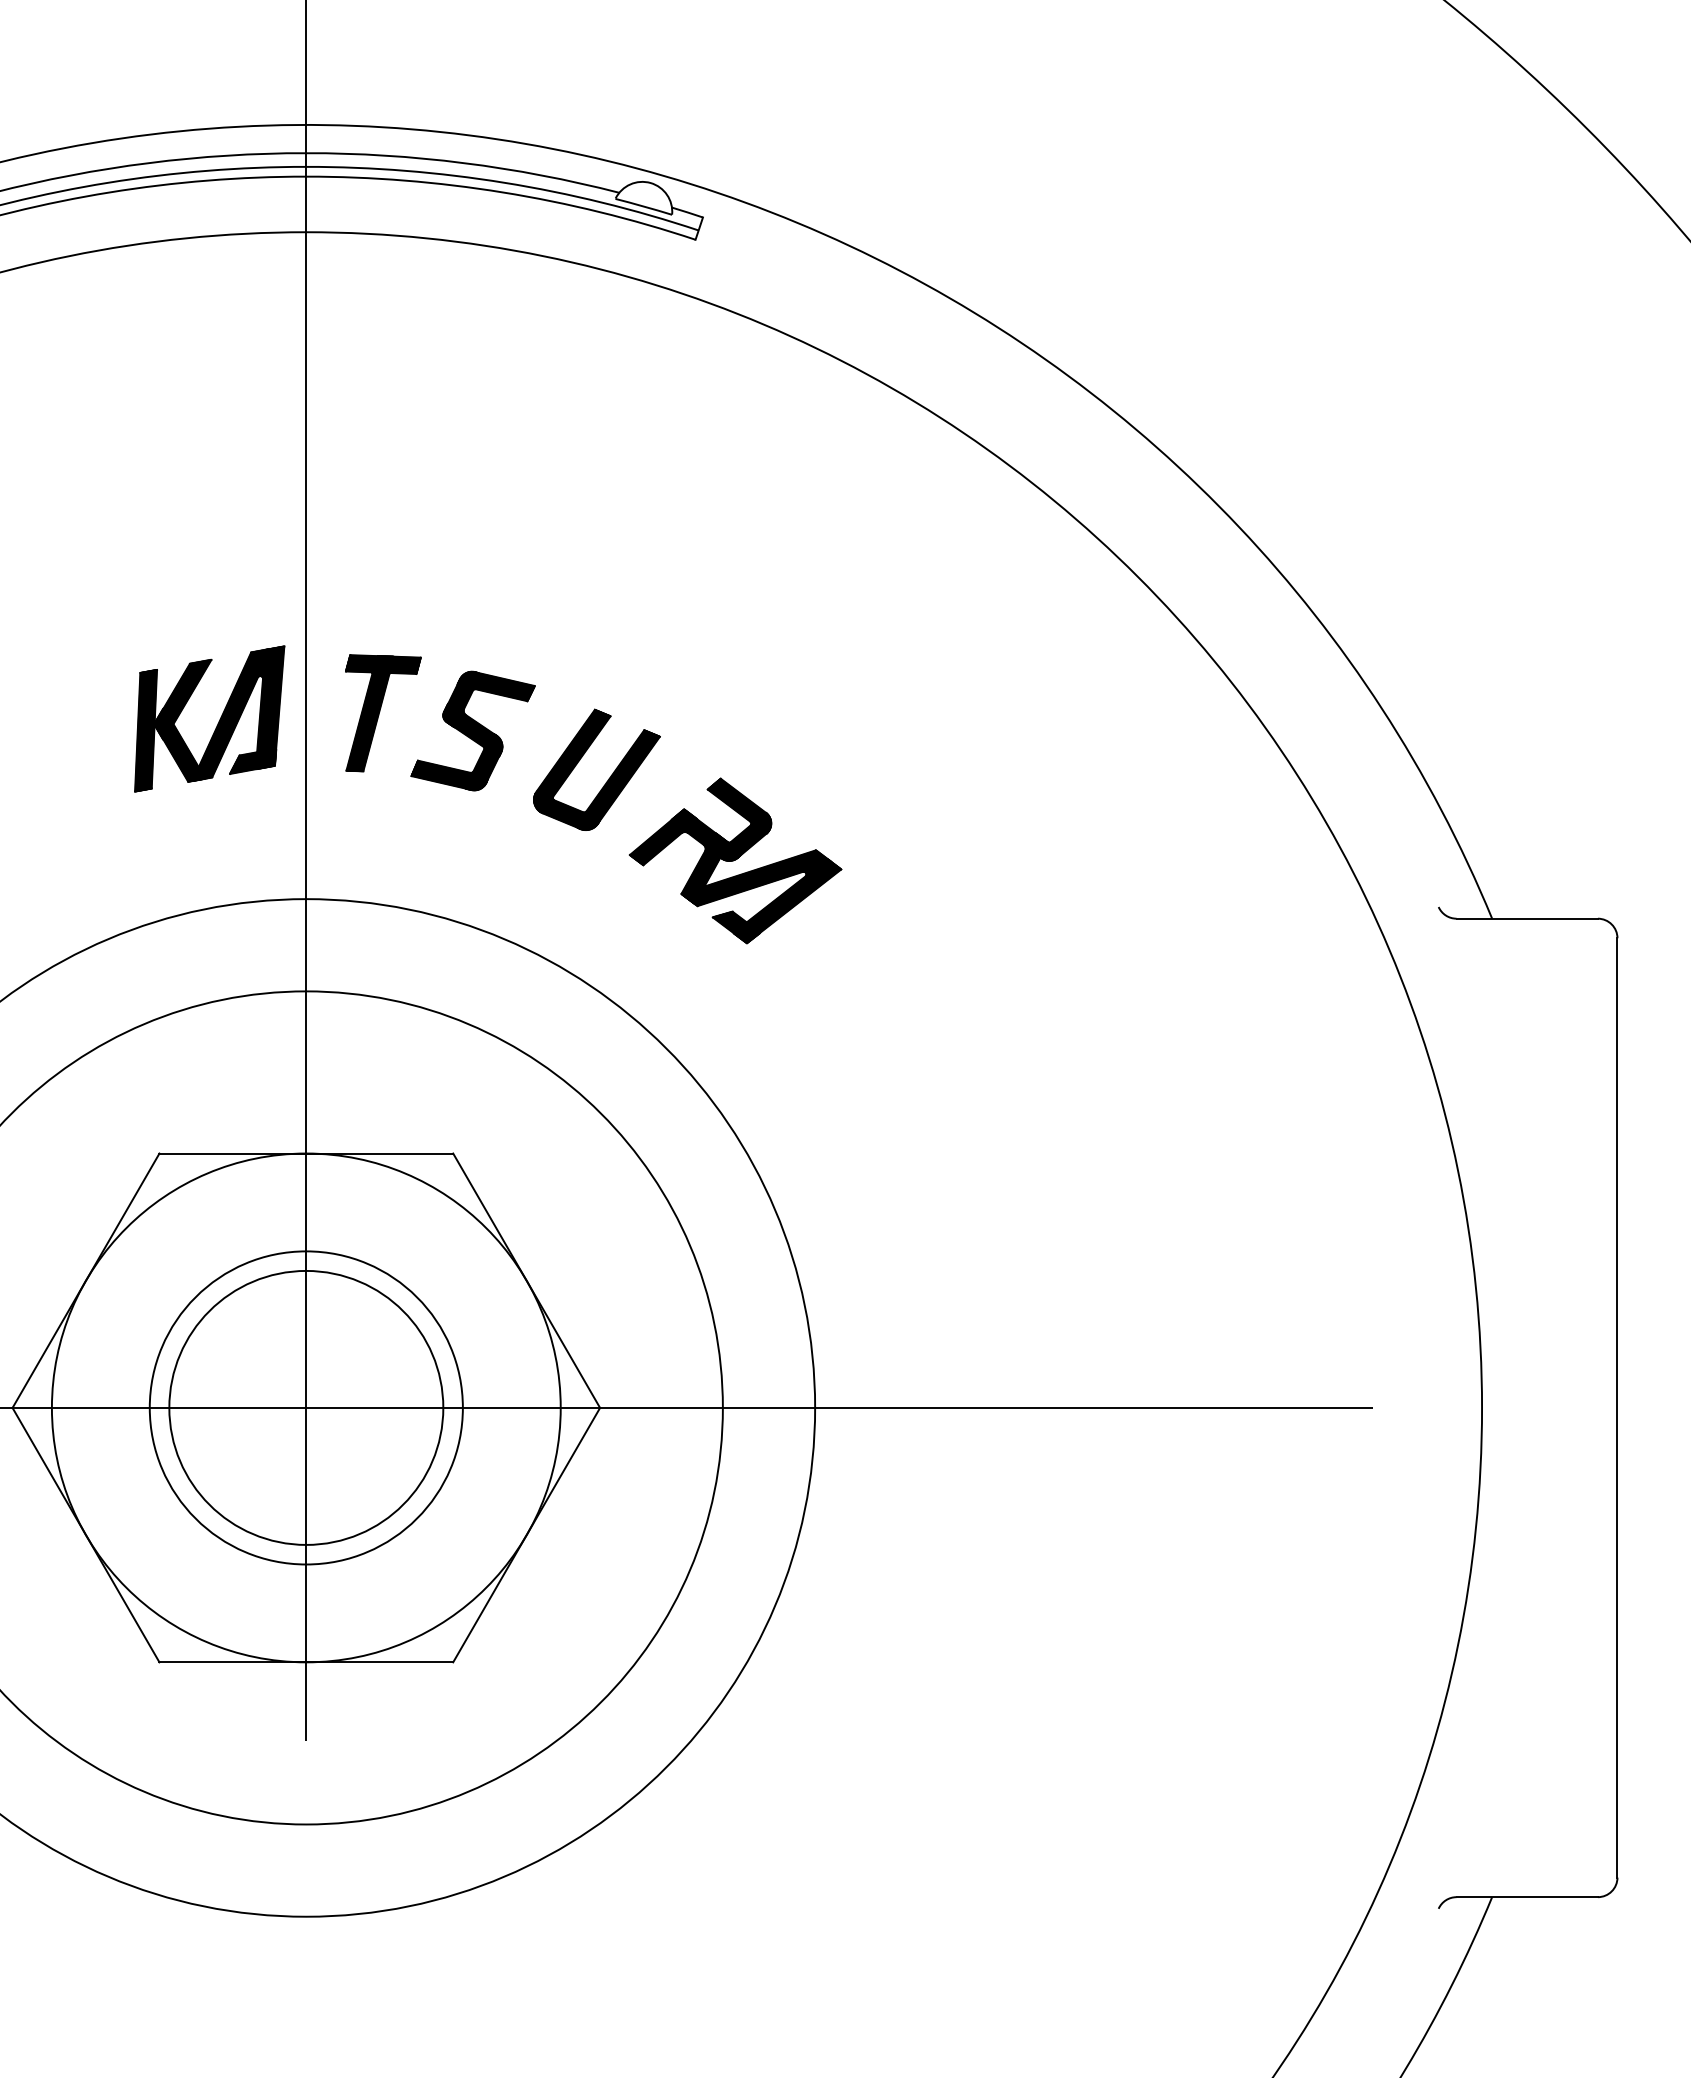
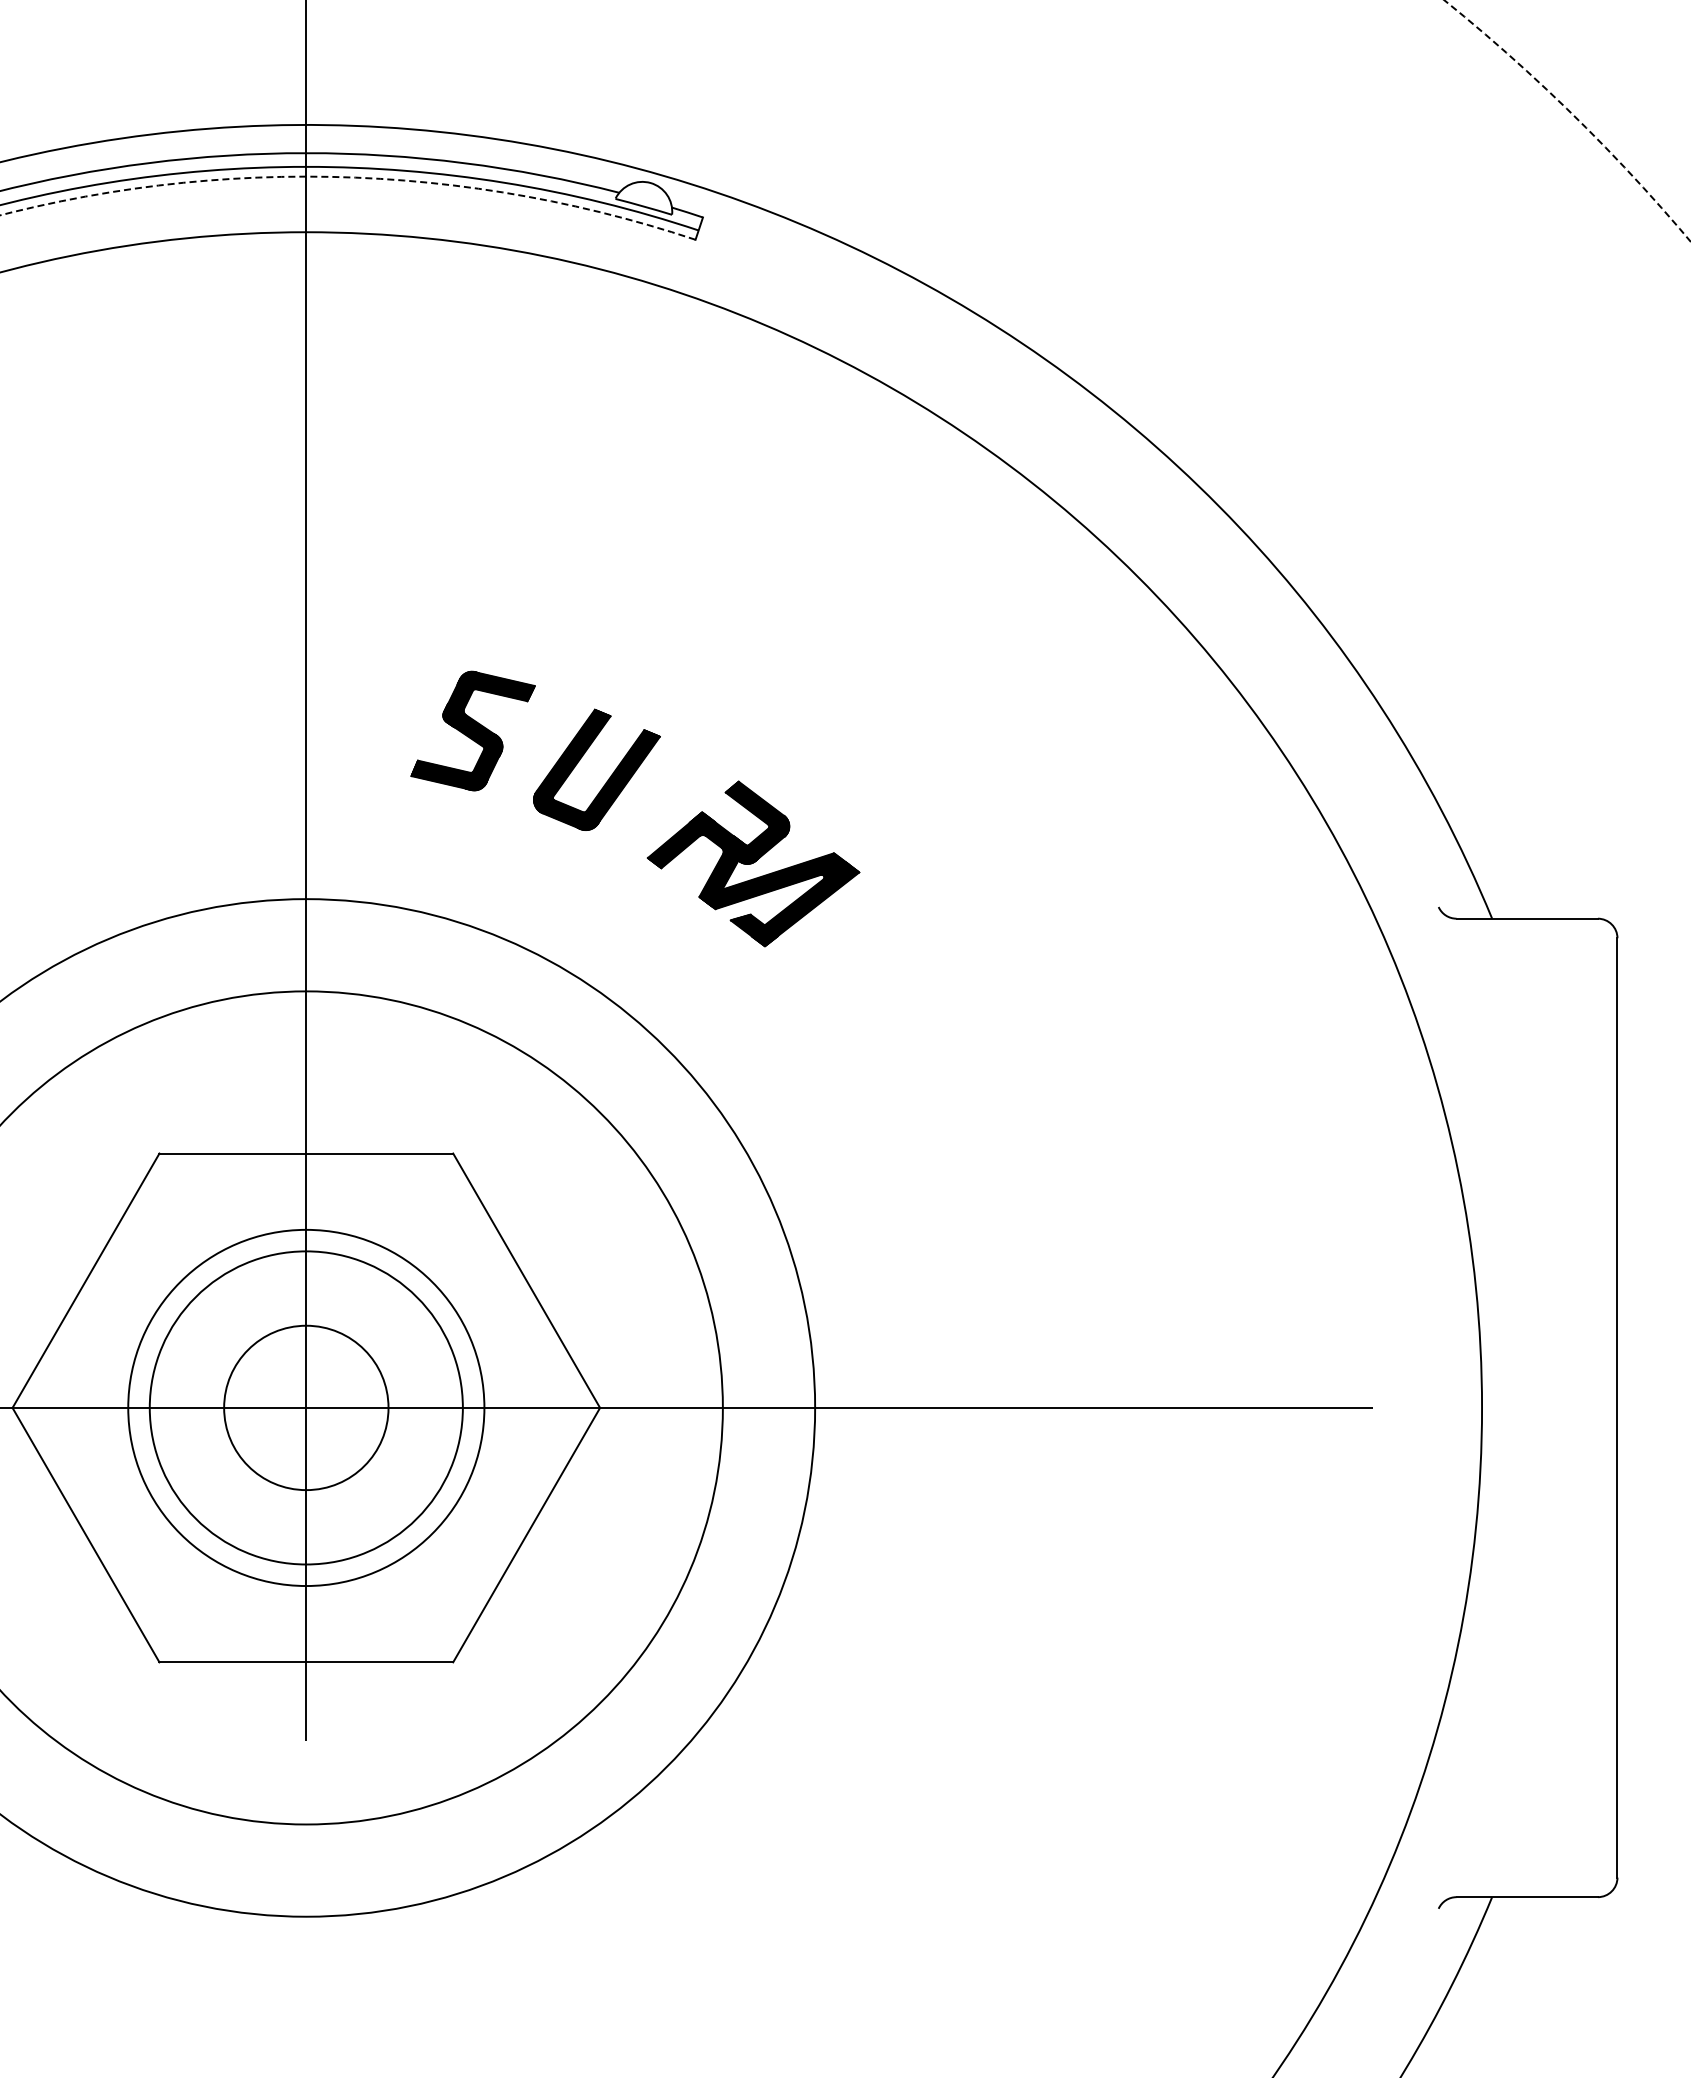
arc at (1573, 114): solid -> dashed
arc at (348, 177): solid -> dashed
part at (383, 713): present -> none
part at (217, 723): present -> none
part at (735, 860) position: (735, 860) -> (753, 863)
circle at (305, 1407) diameter: 509 px -> 356 px
circle at (306, 1407) diameter: 274 px -> 164 px
